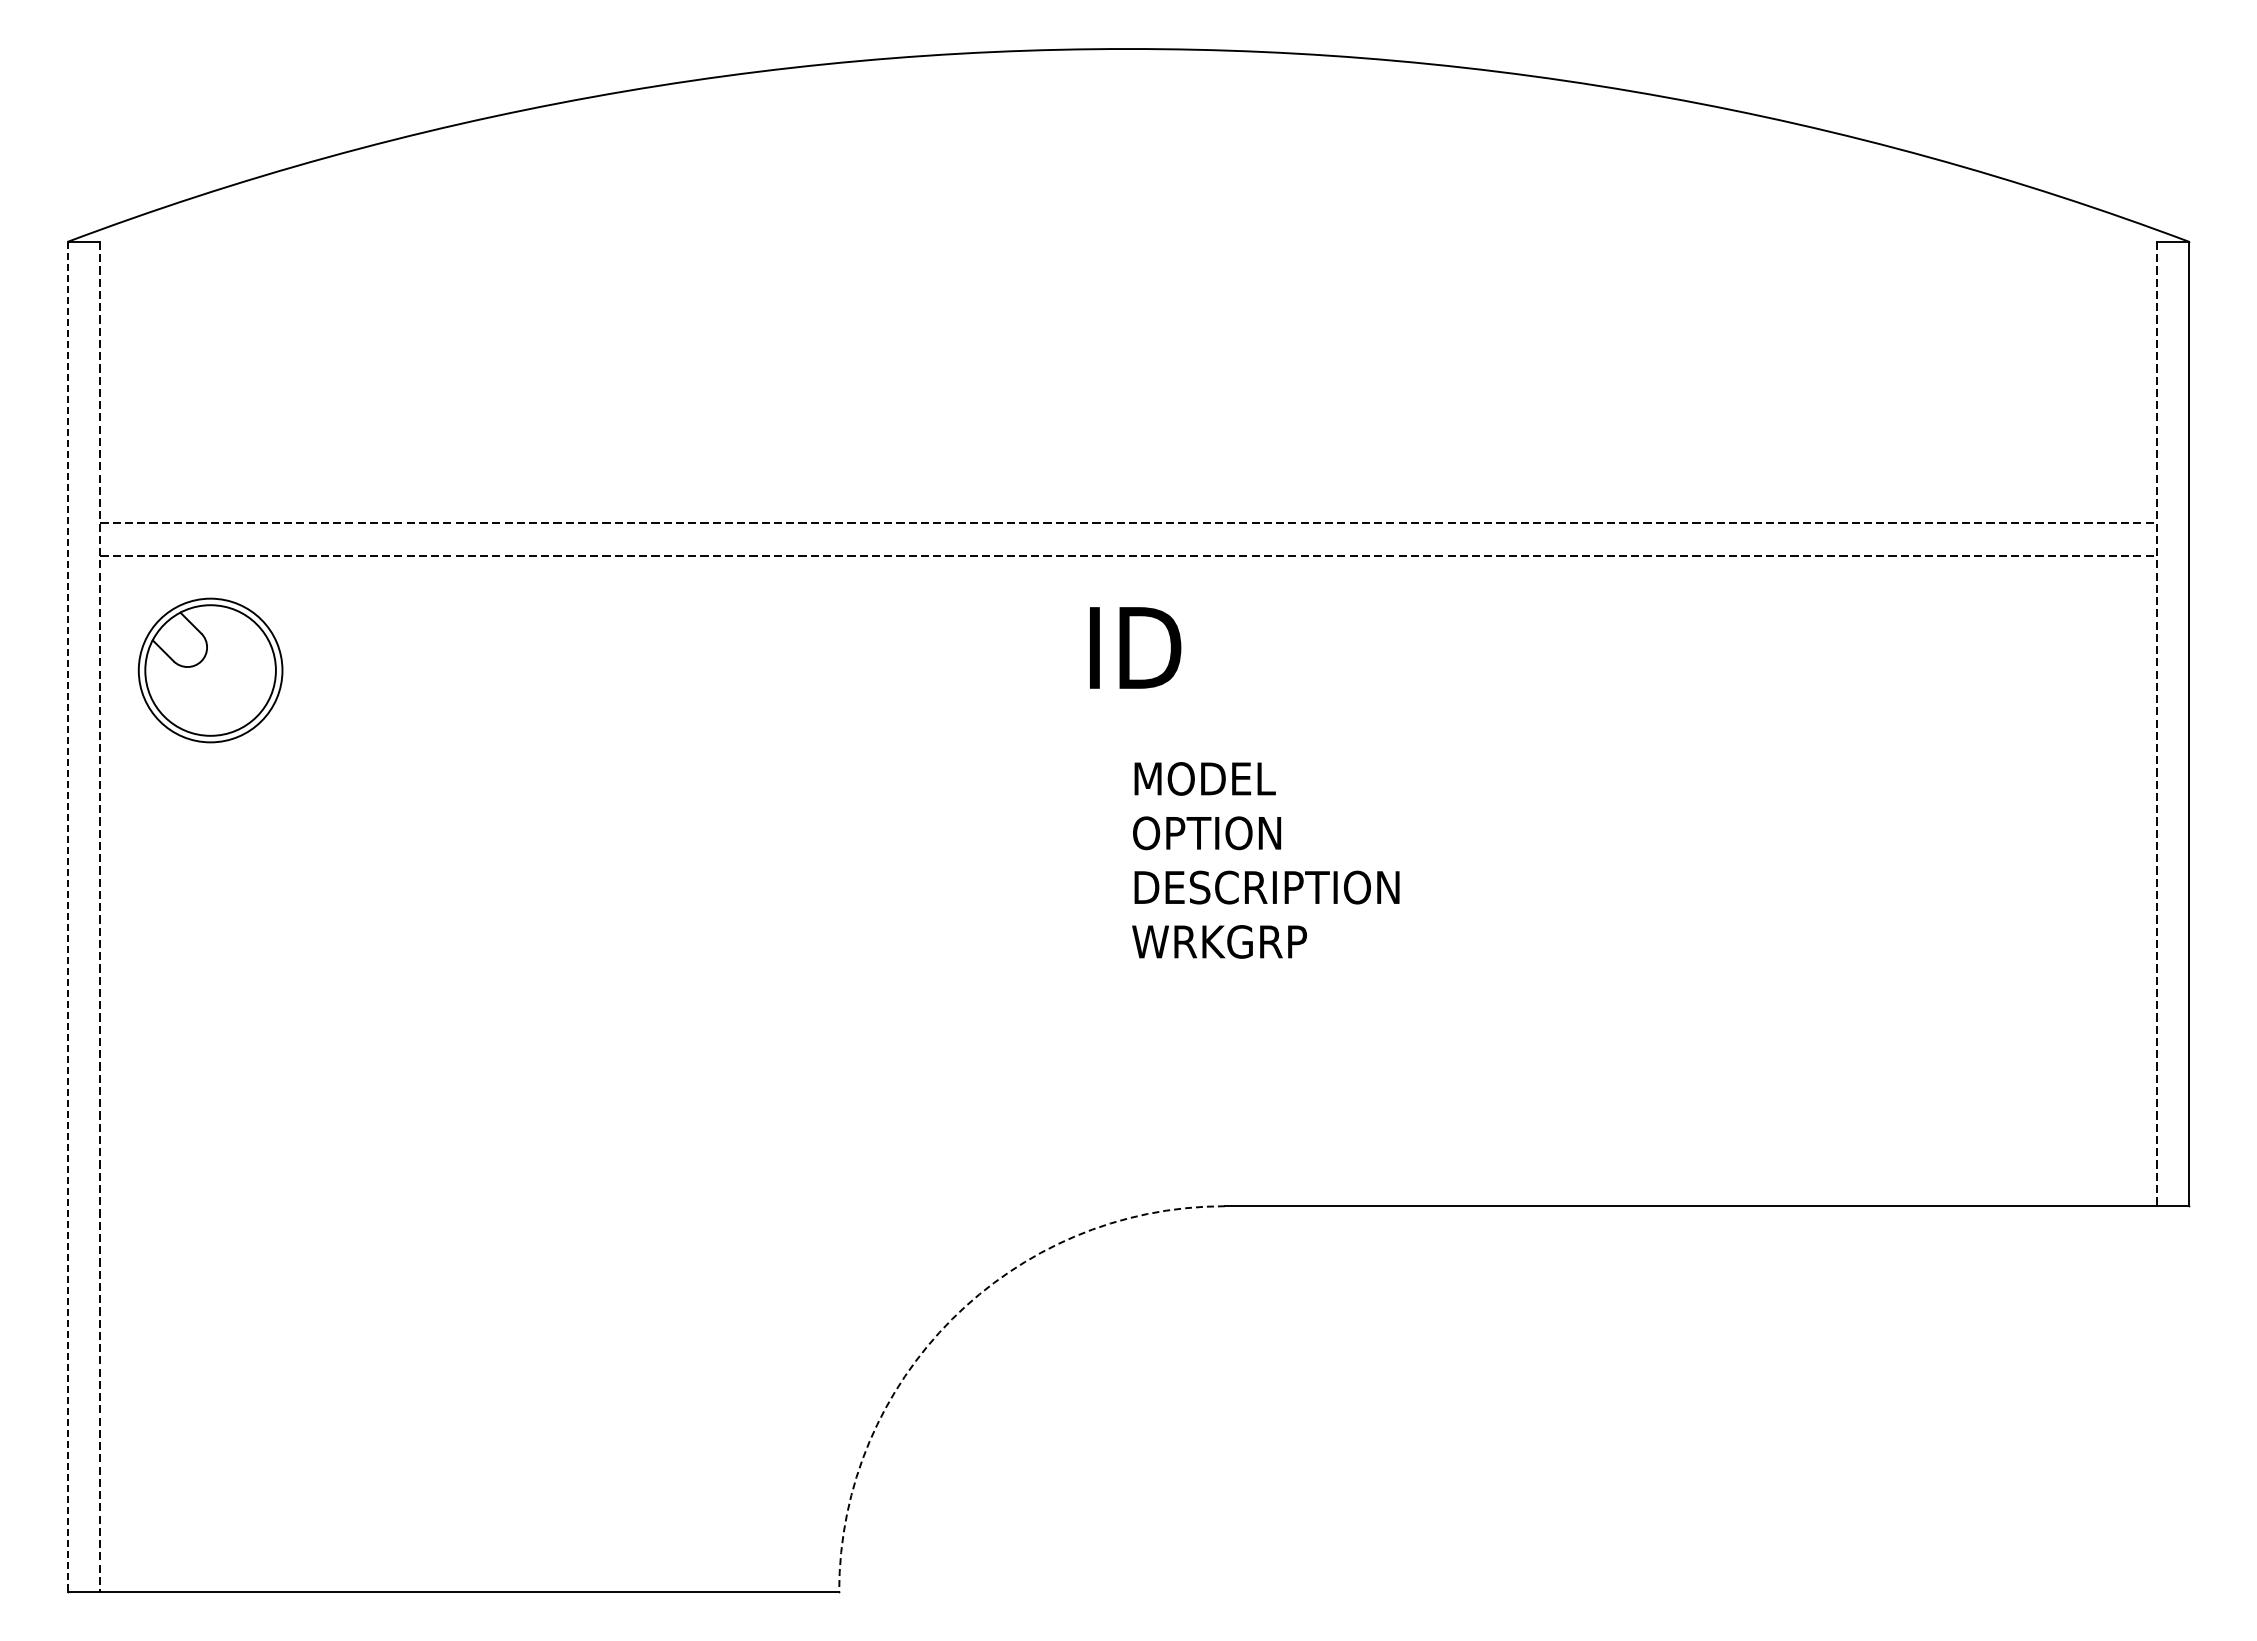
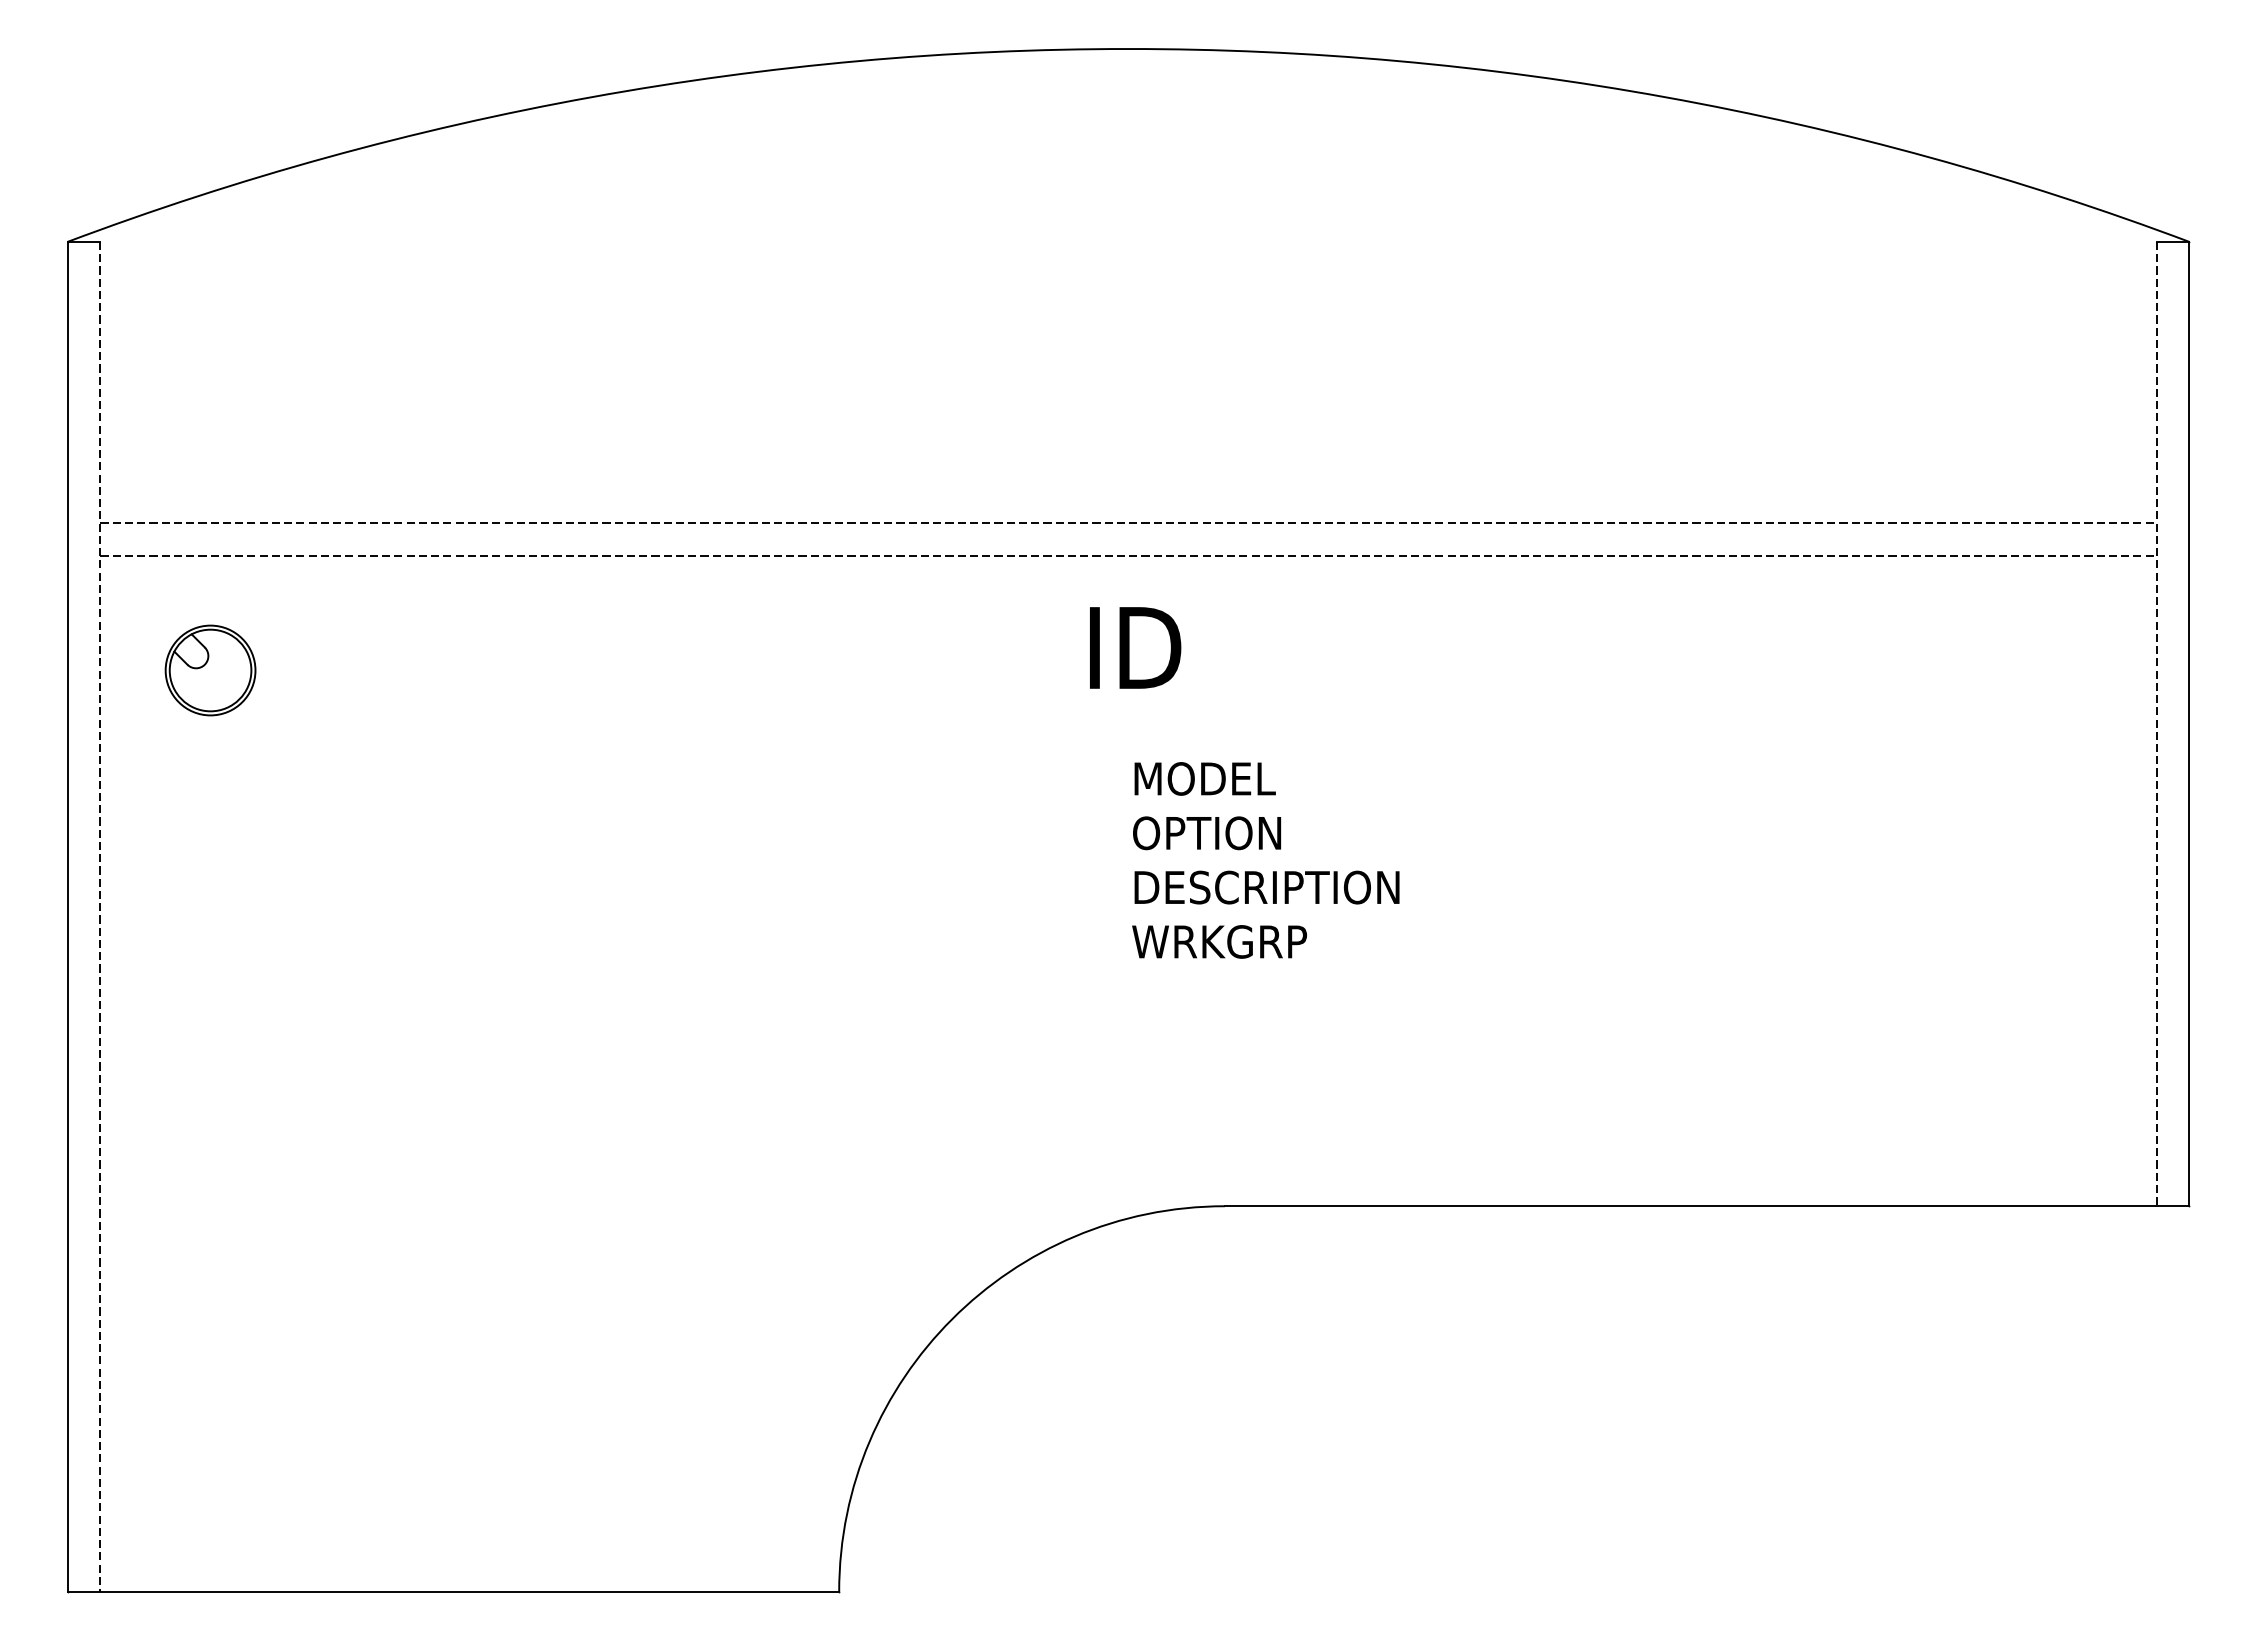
part at (210, 670) size: 147x147 px -> 93x93 px
line at (67, 917): dashed -> solid
arc at (952, 1319): dashed -> solid
